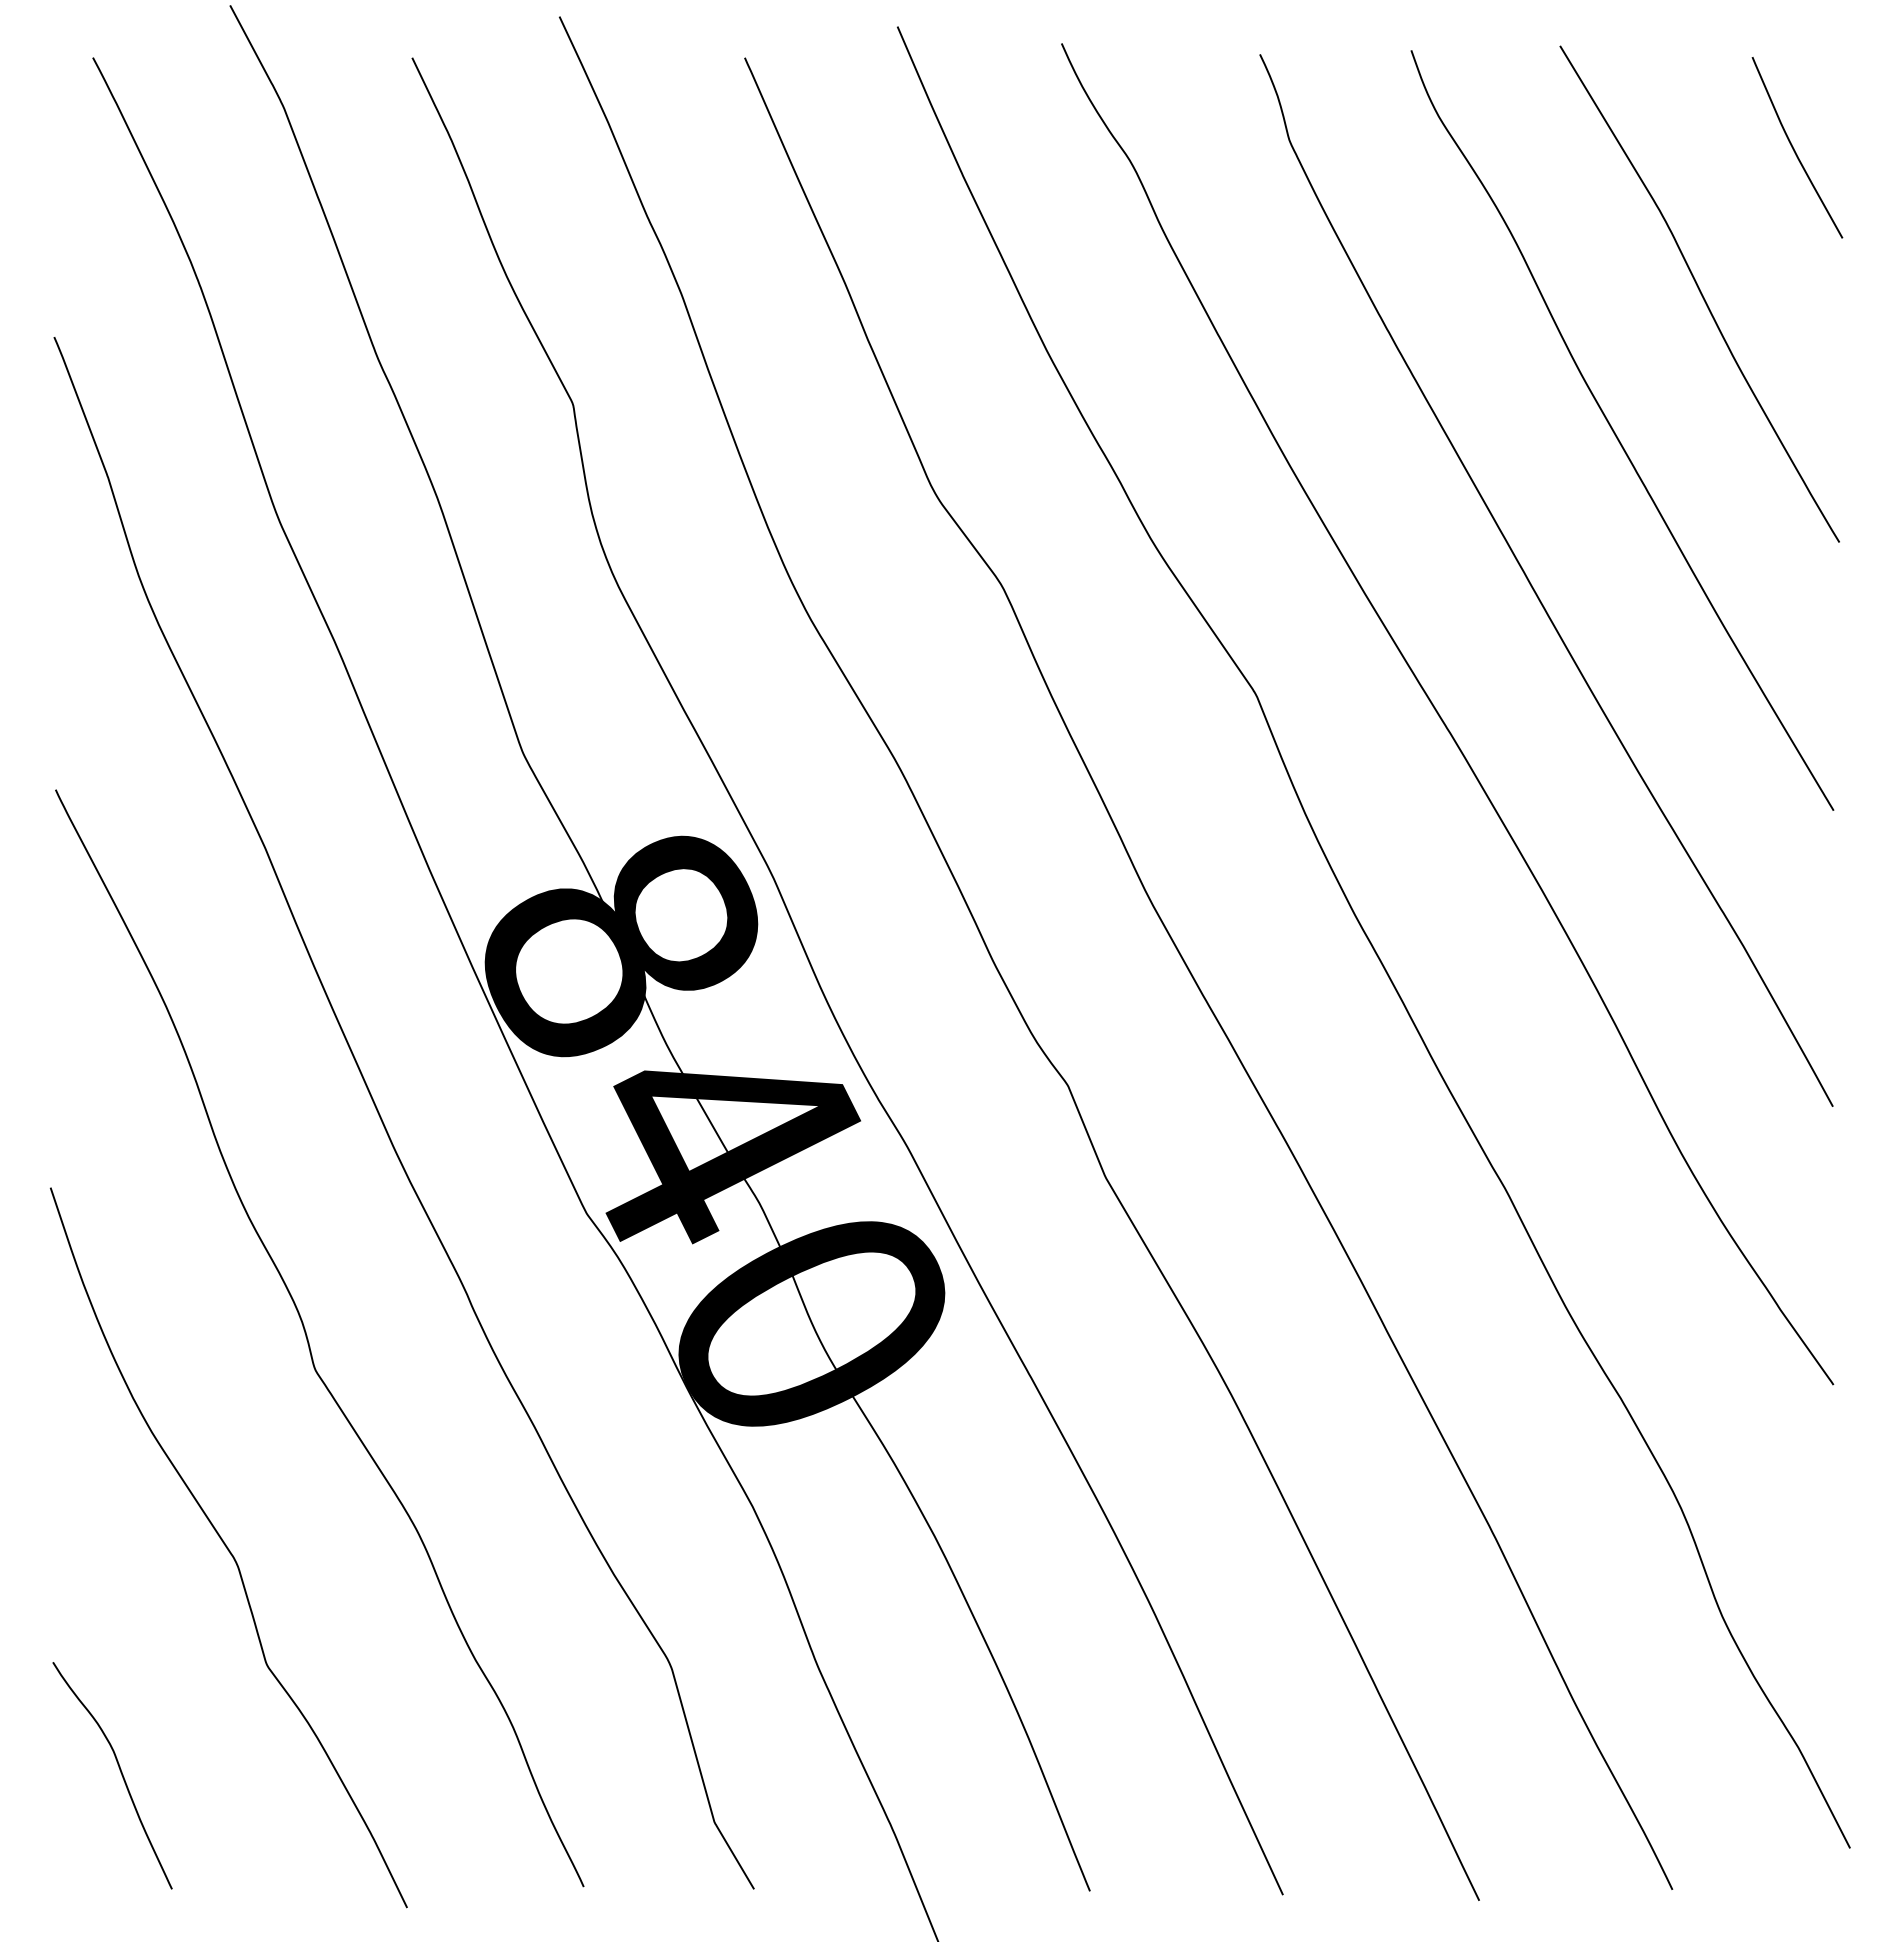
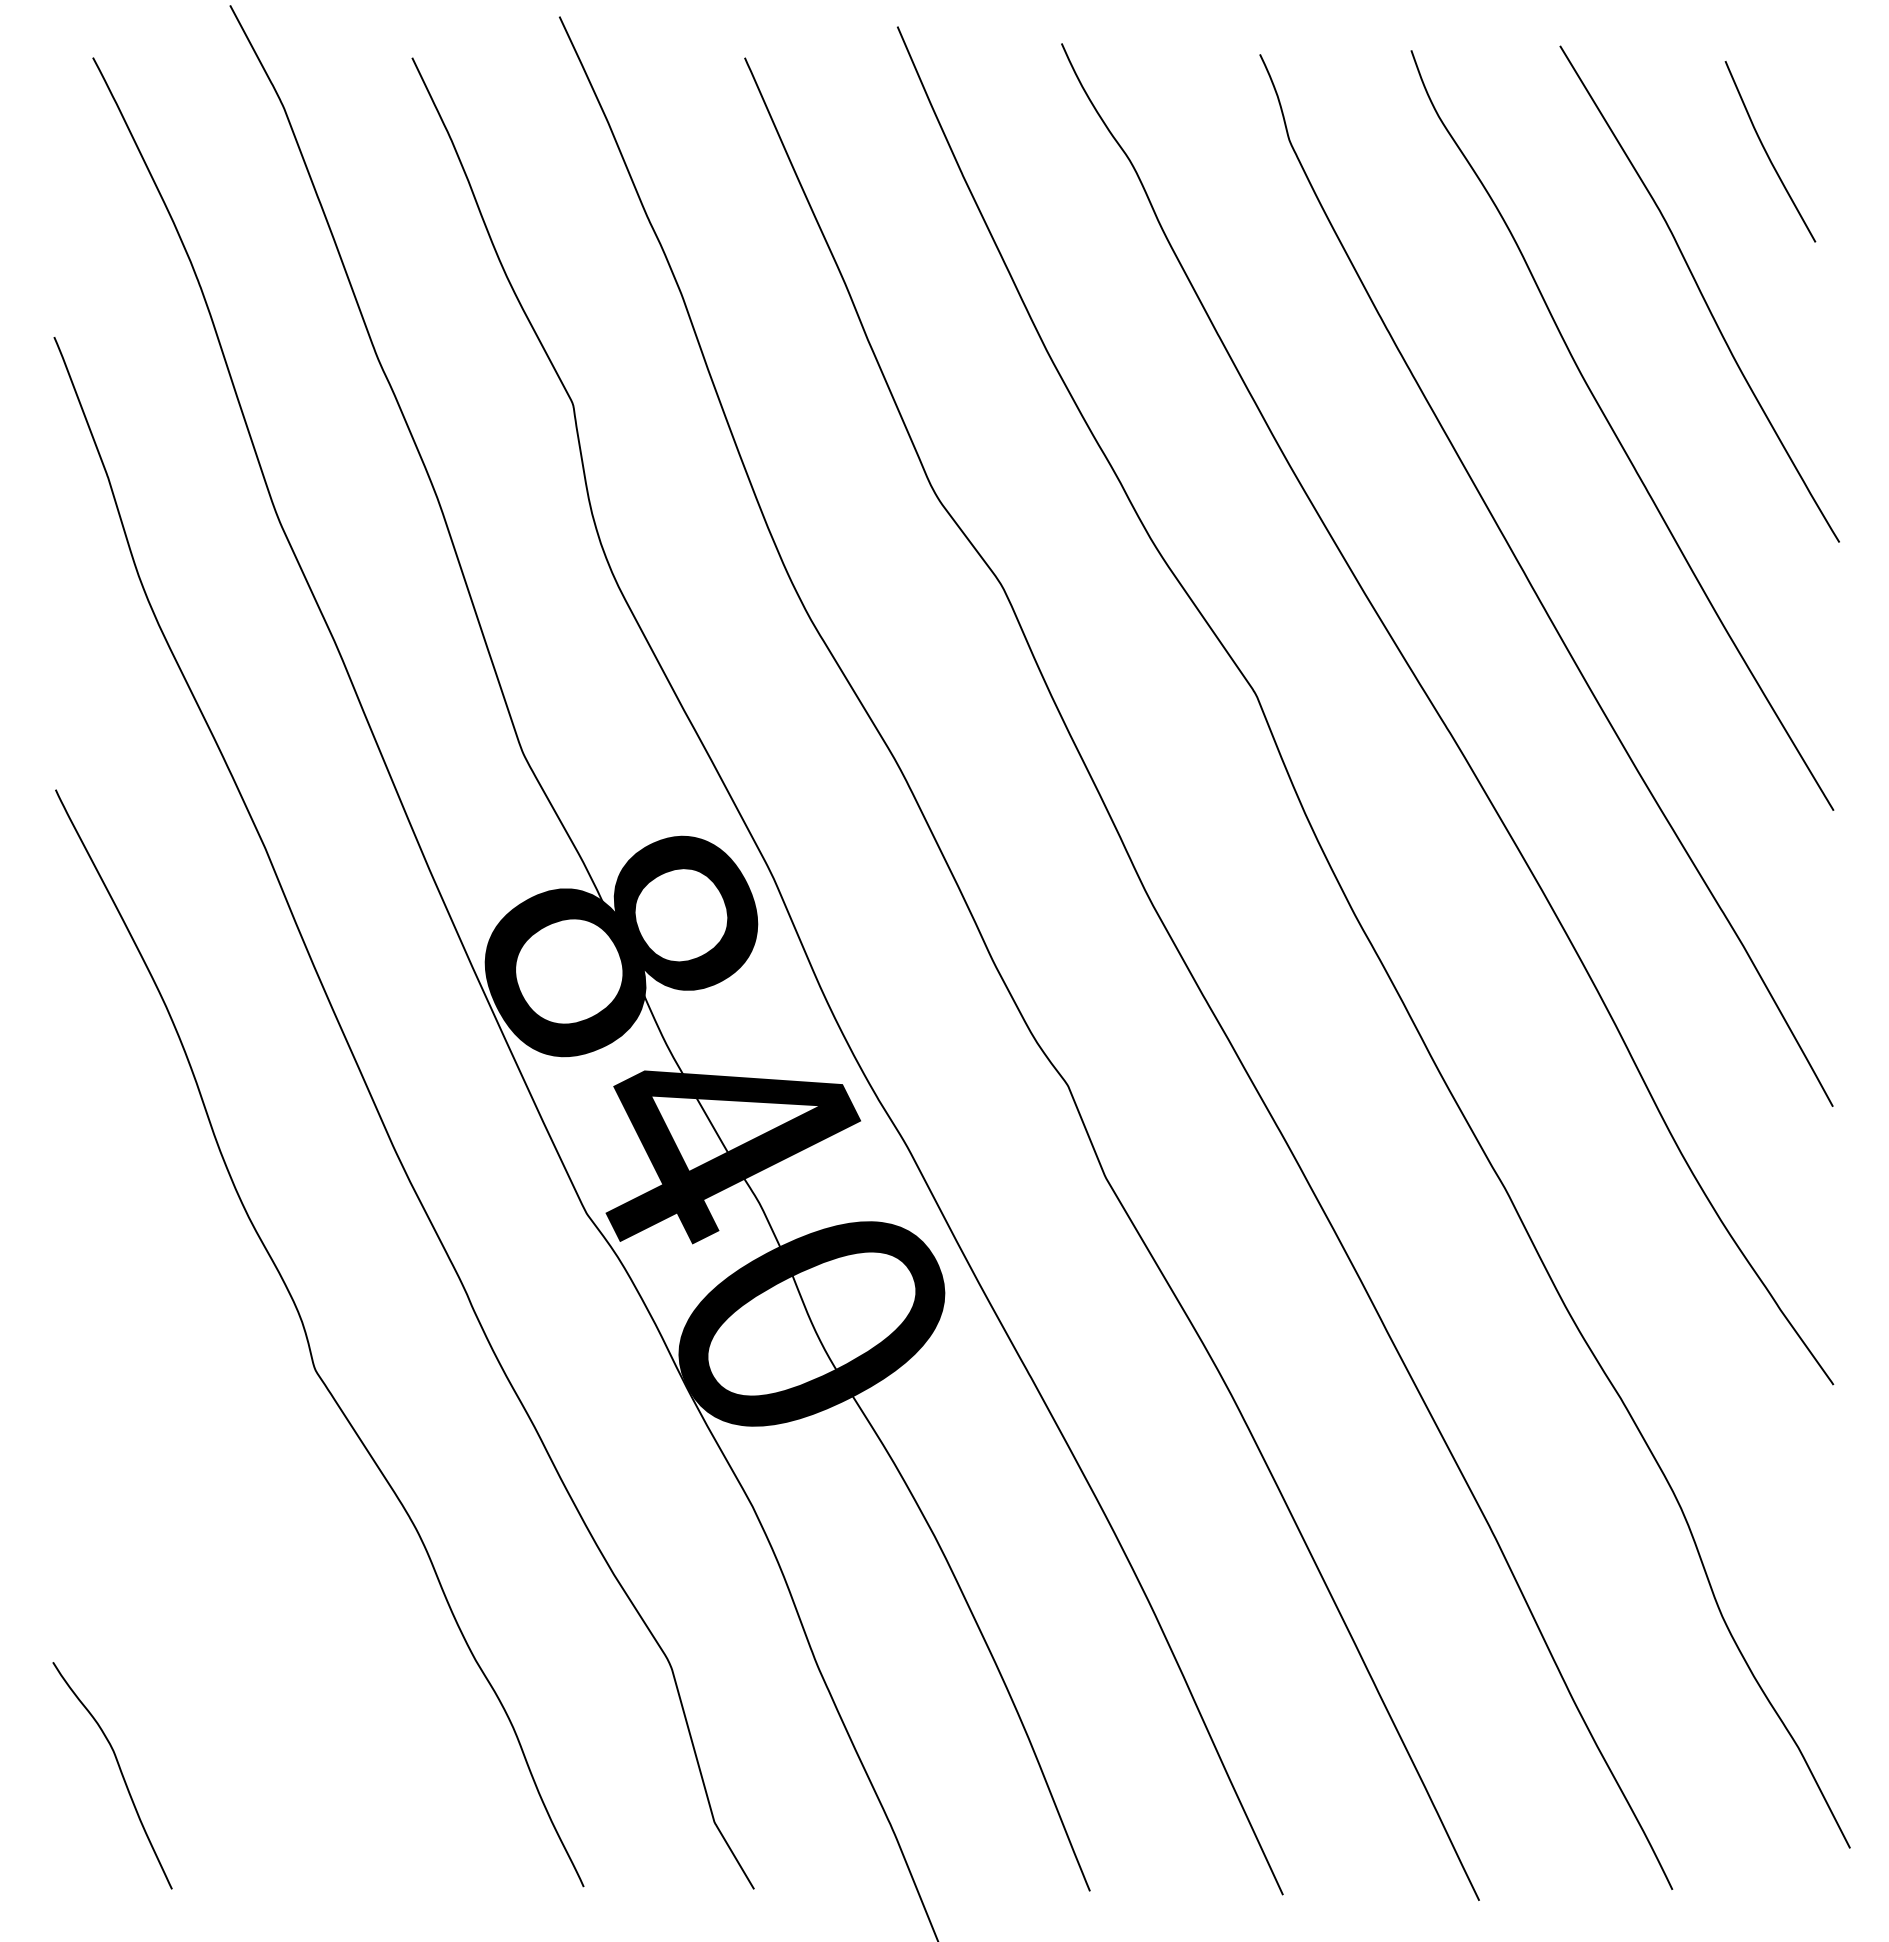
curve at (1794, 148) position: (1794, 148) -> (1767, 152)
curve at (228, 1547): present -> none
